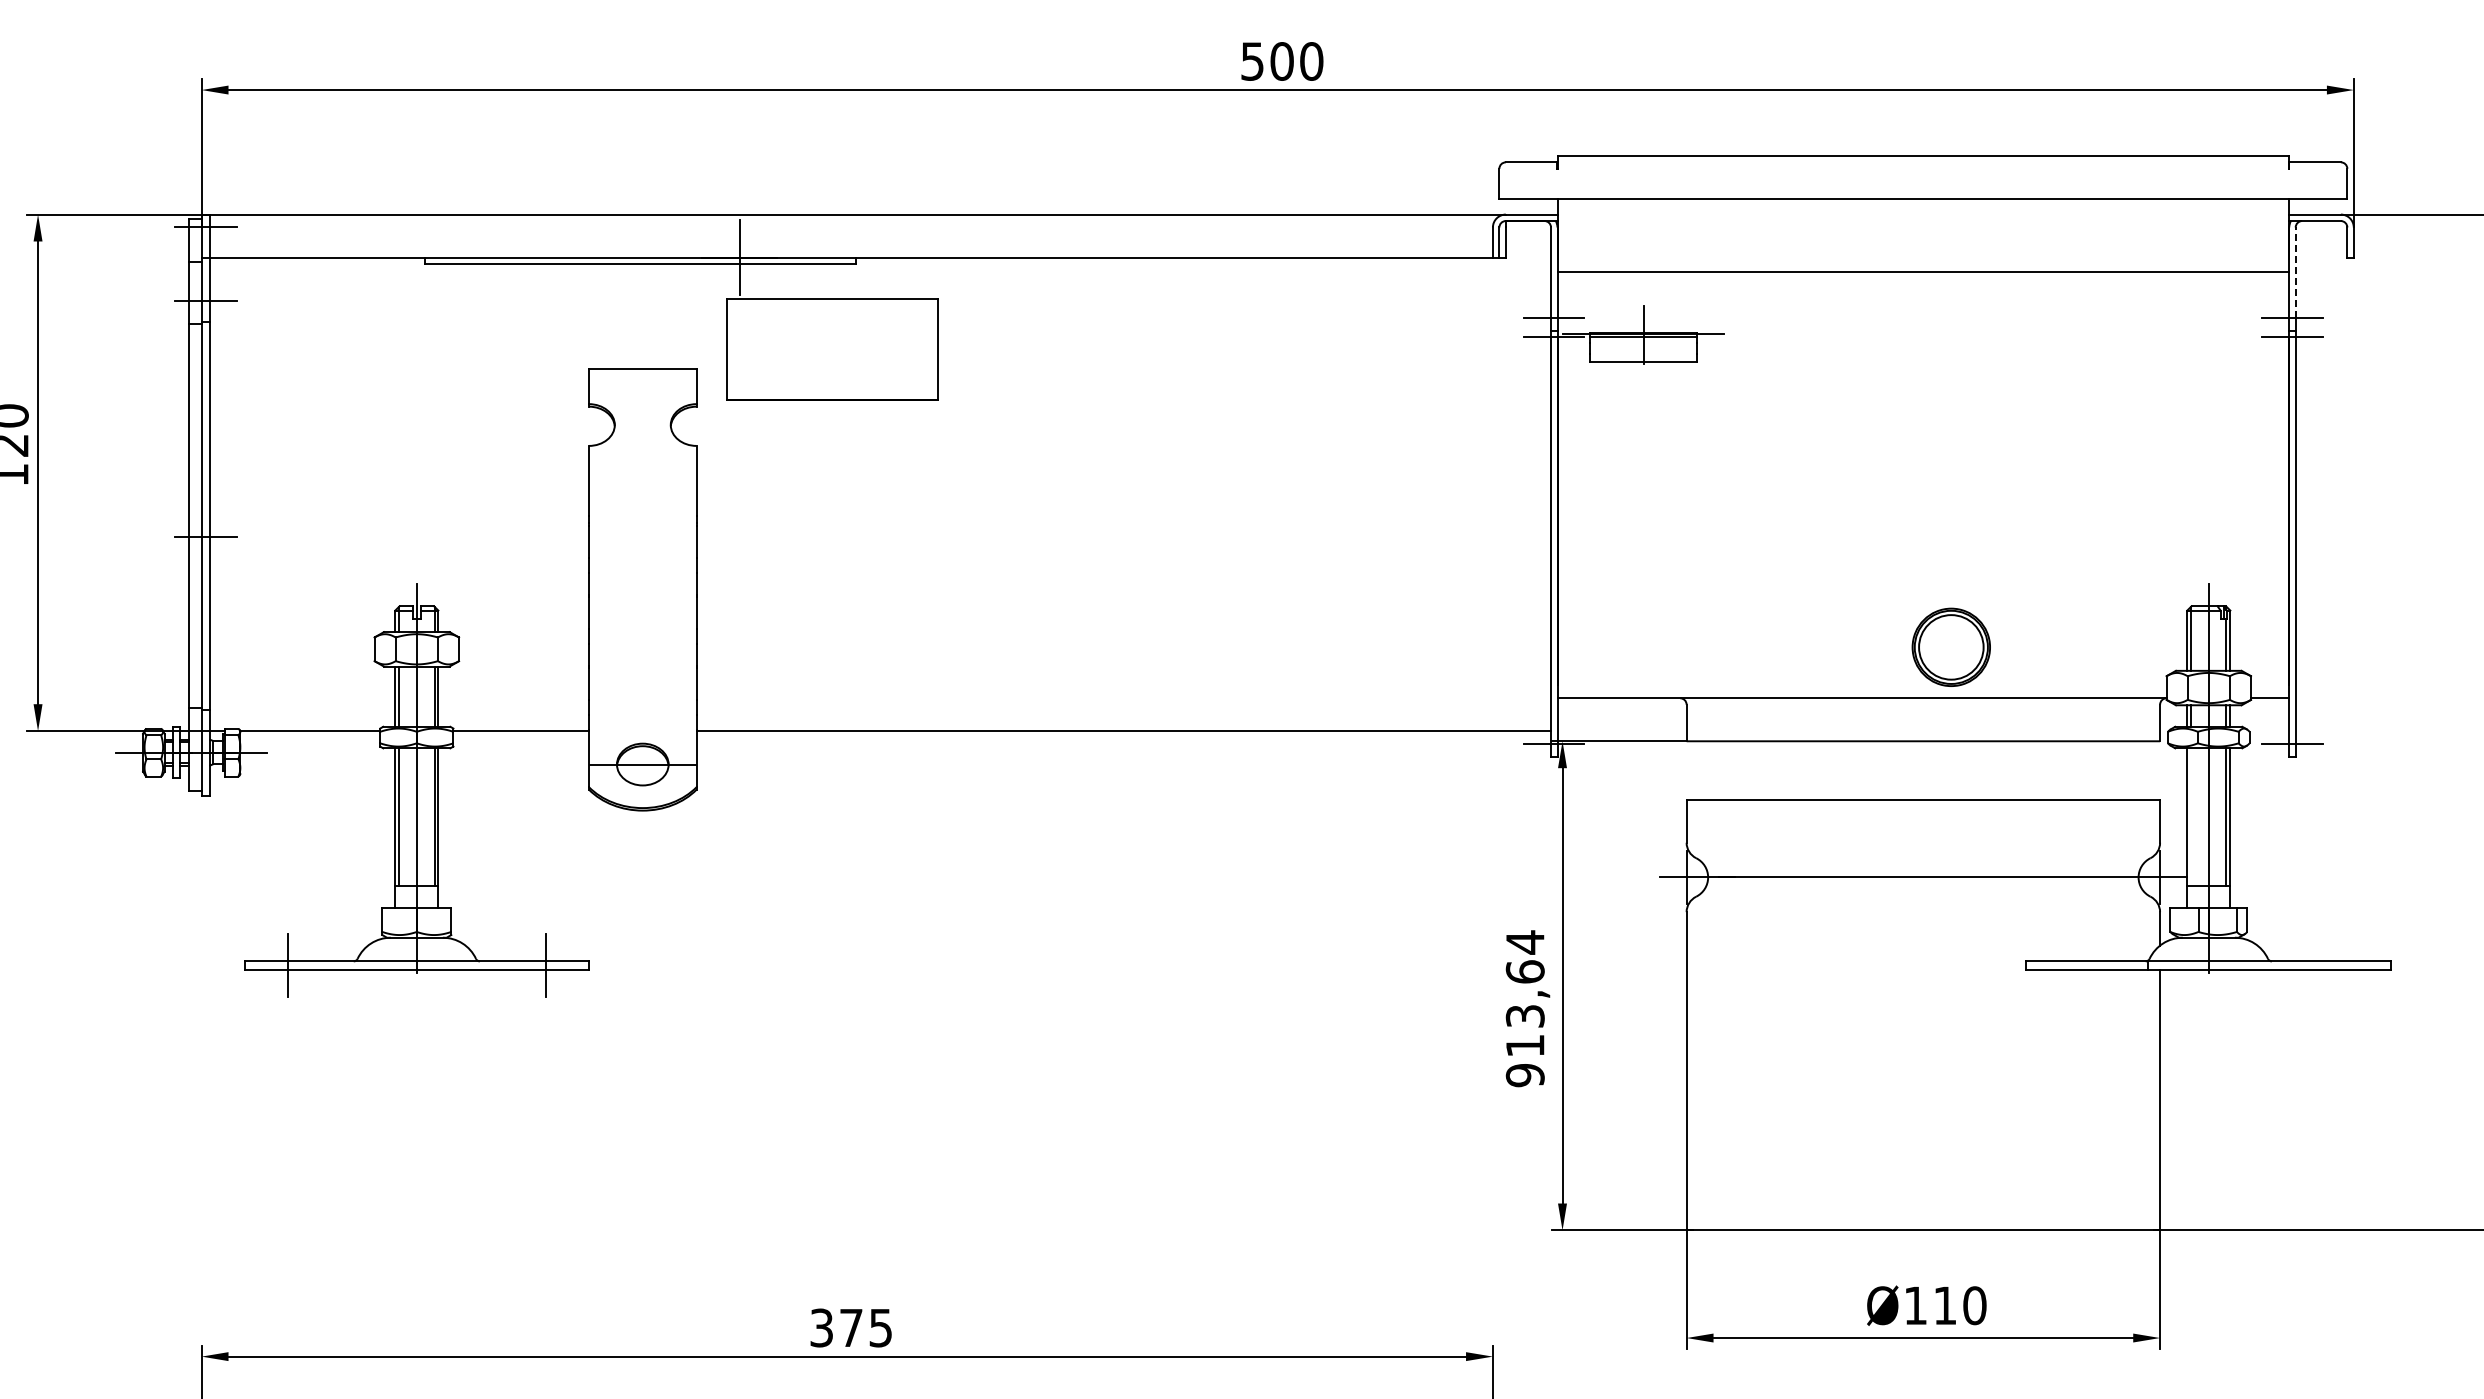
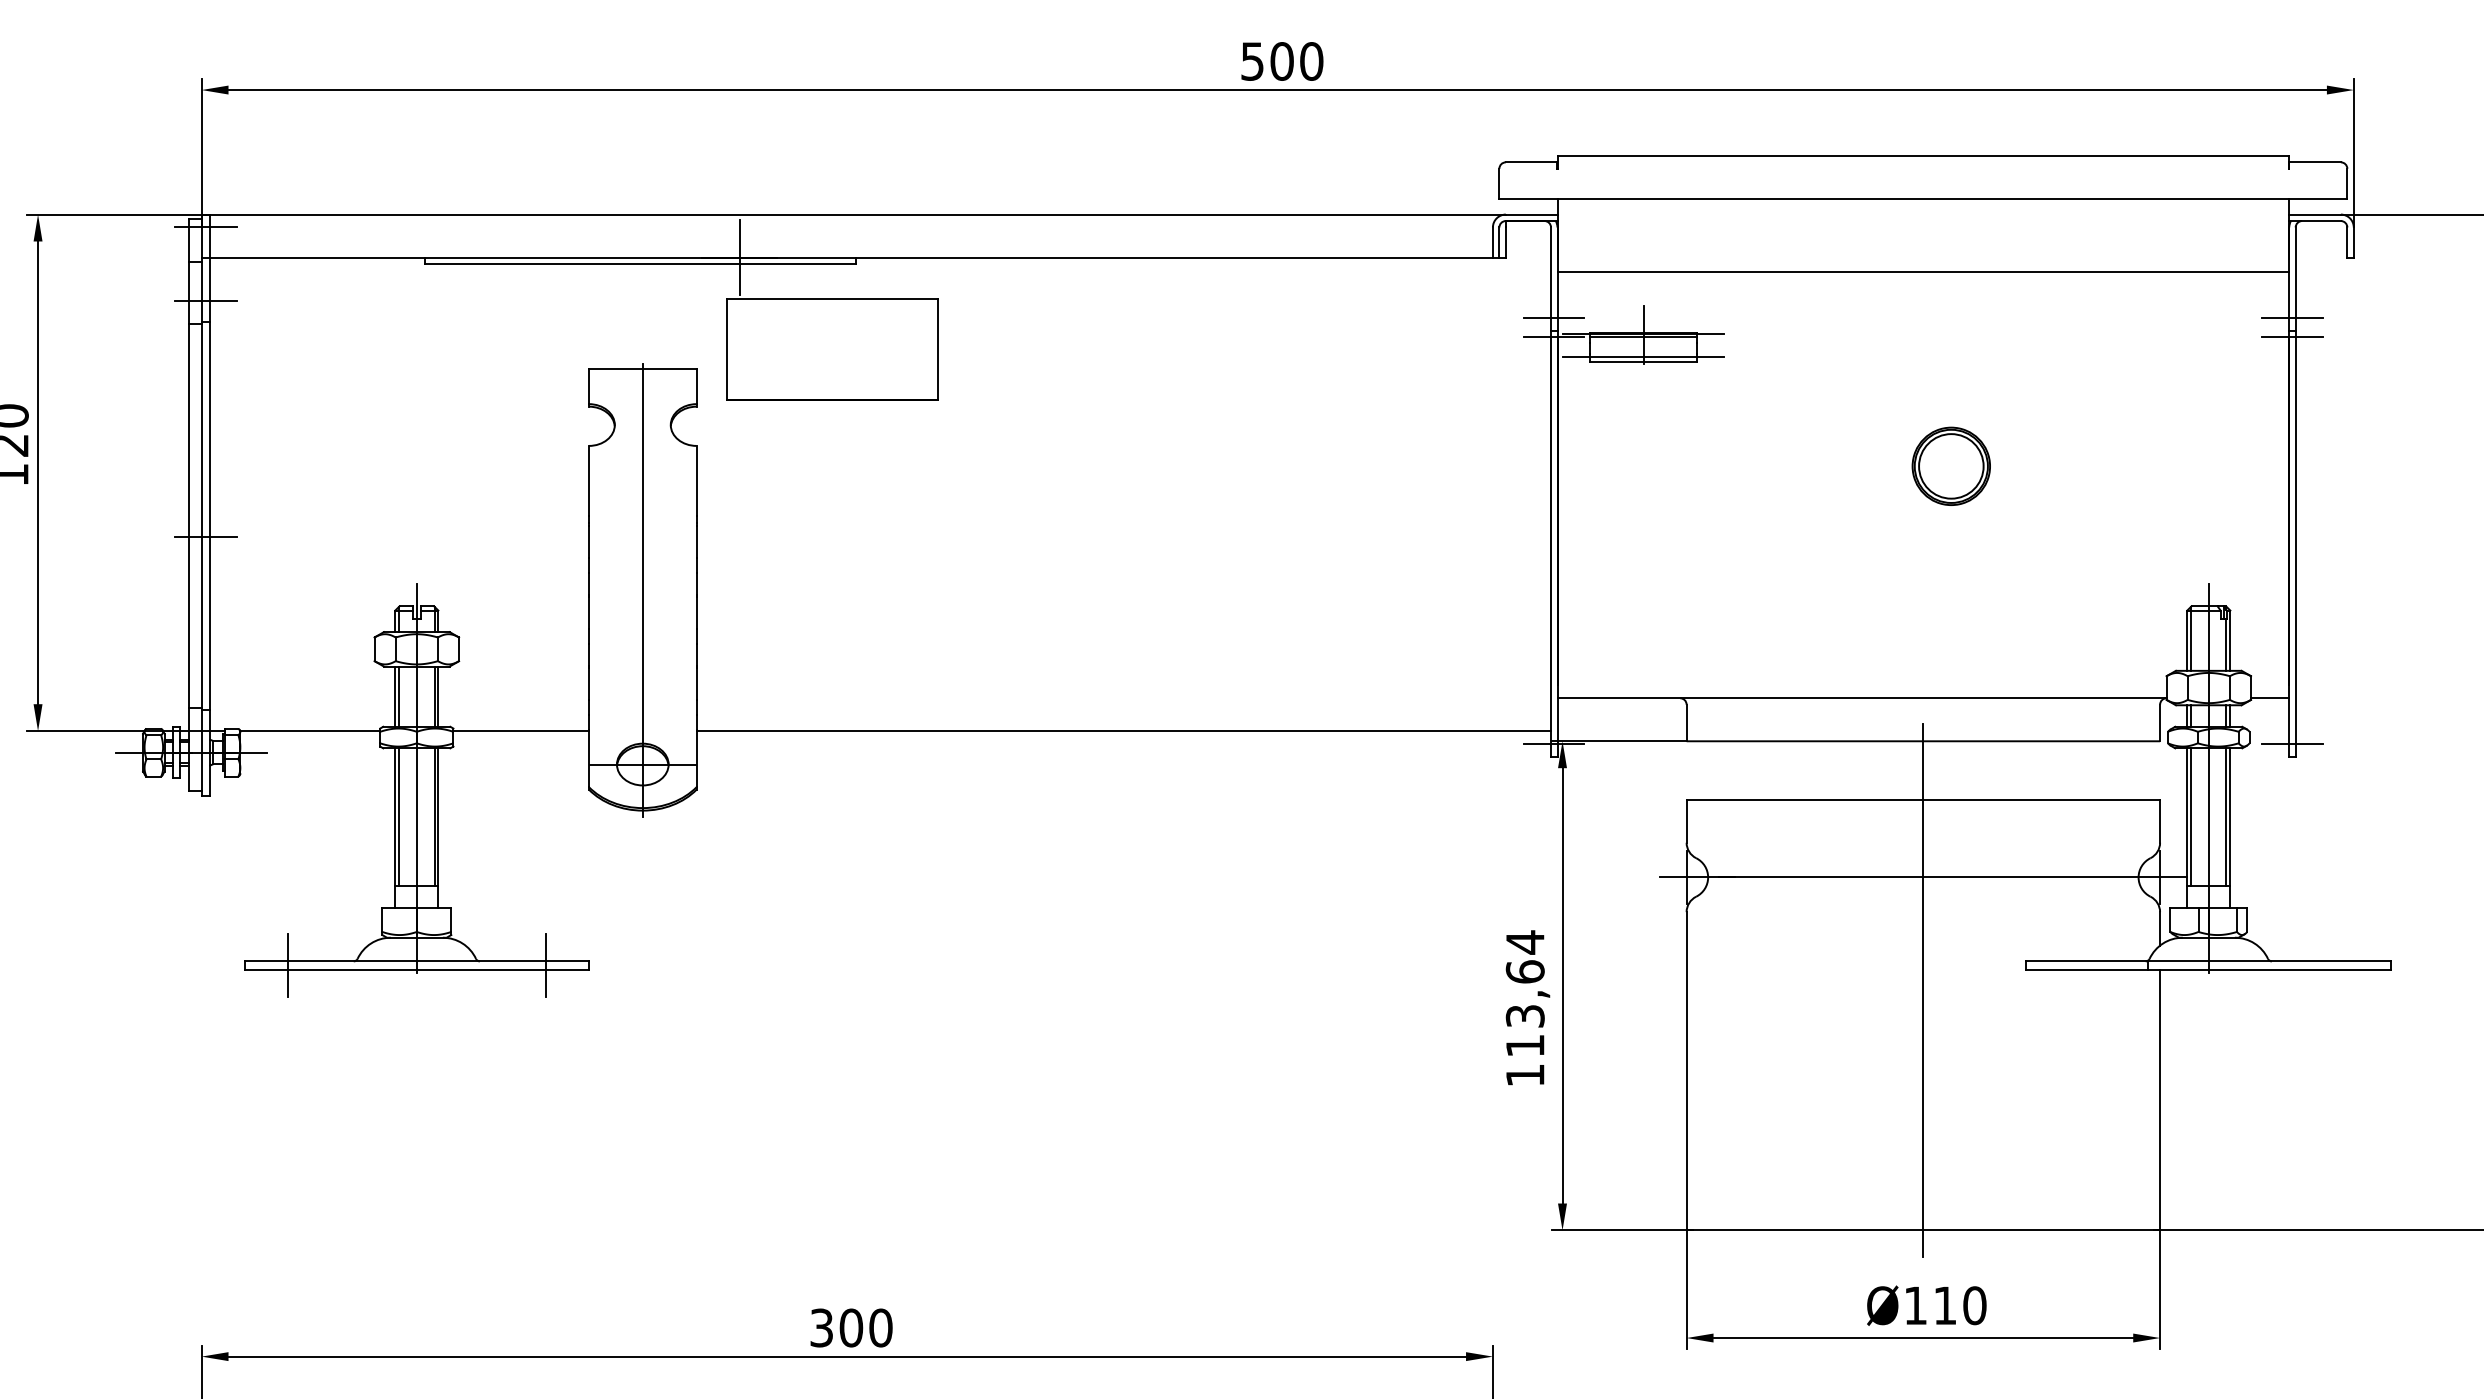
line at (2295, 272): dashed -> solid
line at (1643, 356): none -> present
line at (642, 590): none -> present
part at (1950, 646) position: (1950, 646) -> (1950, 465)
line at (2191, 817): none -> present
line at (1923, 990): none -> present
text at (1524, 1075): 913,64 -> 113,64
text at (865, 1327): 375 -> 300
